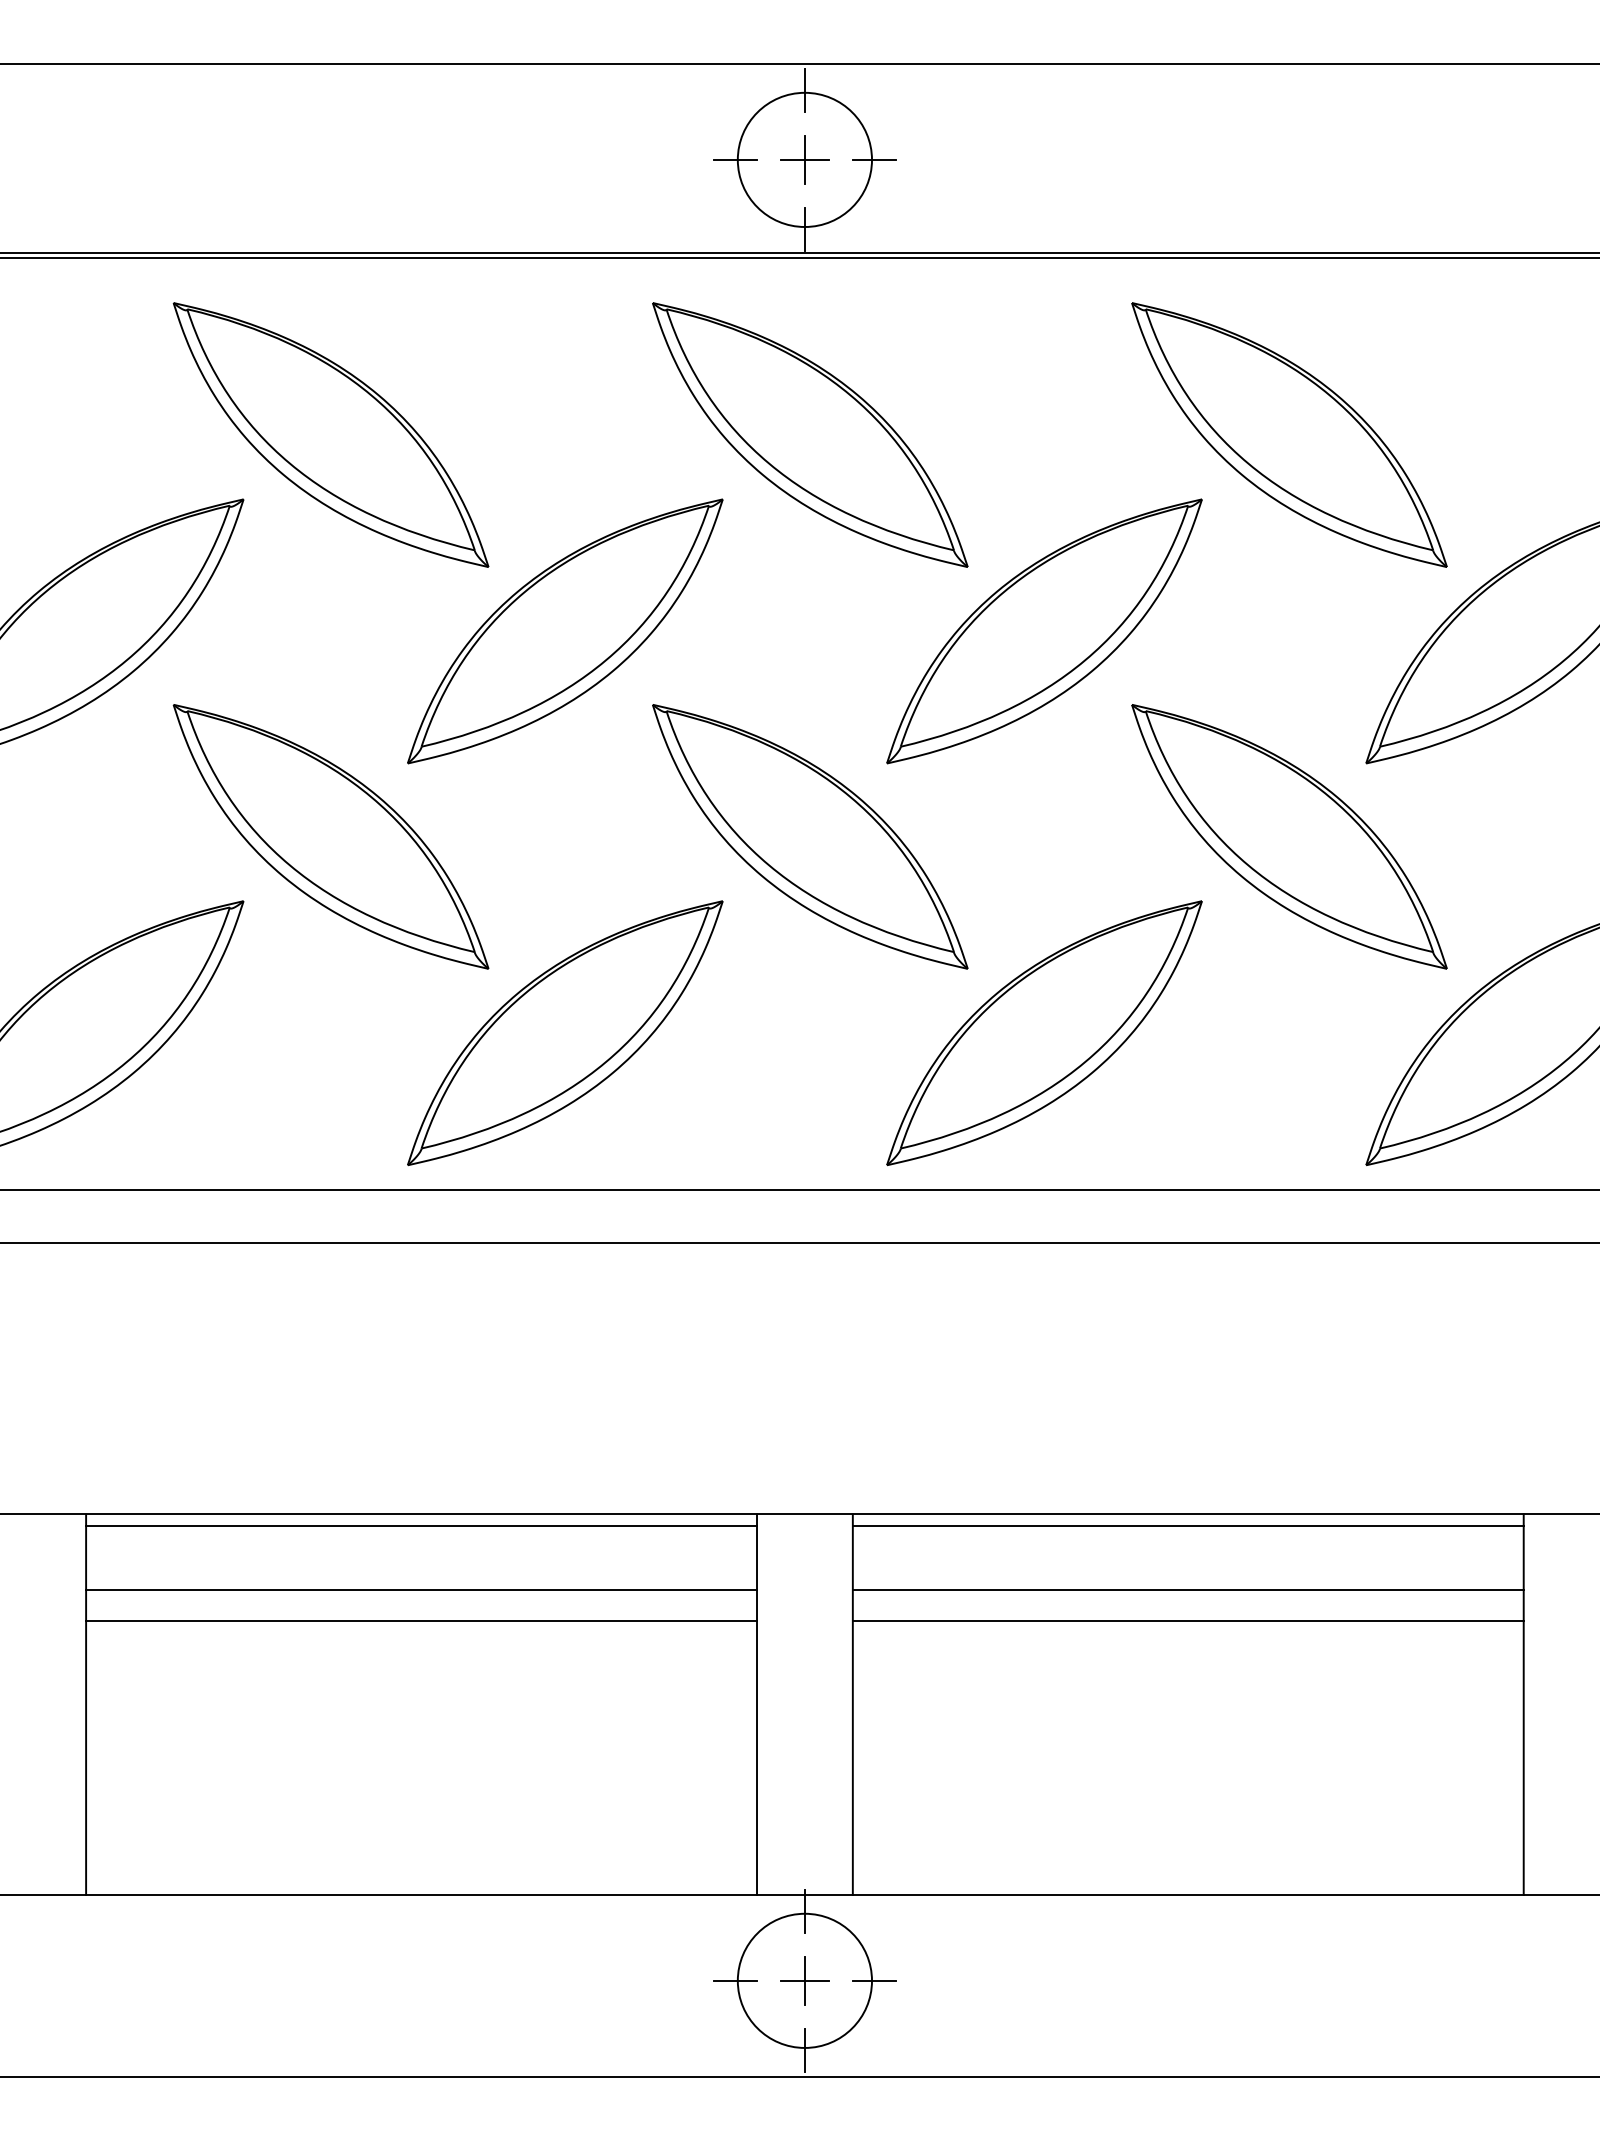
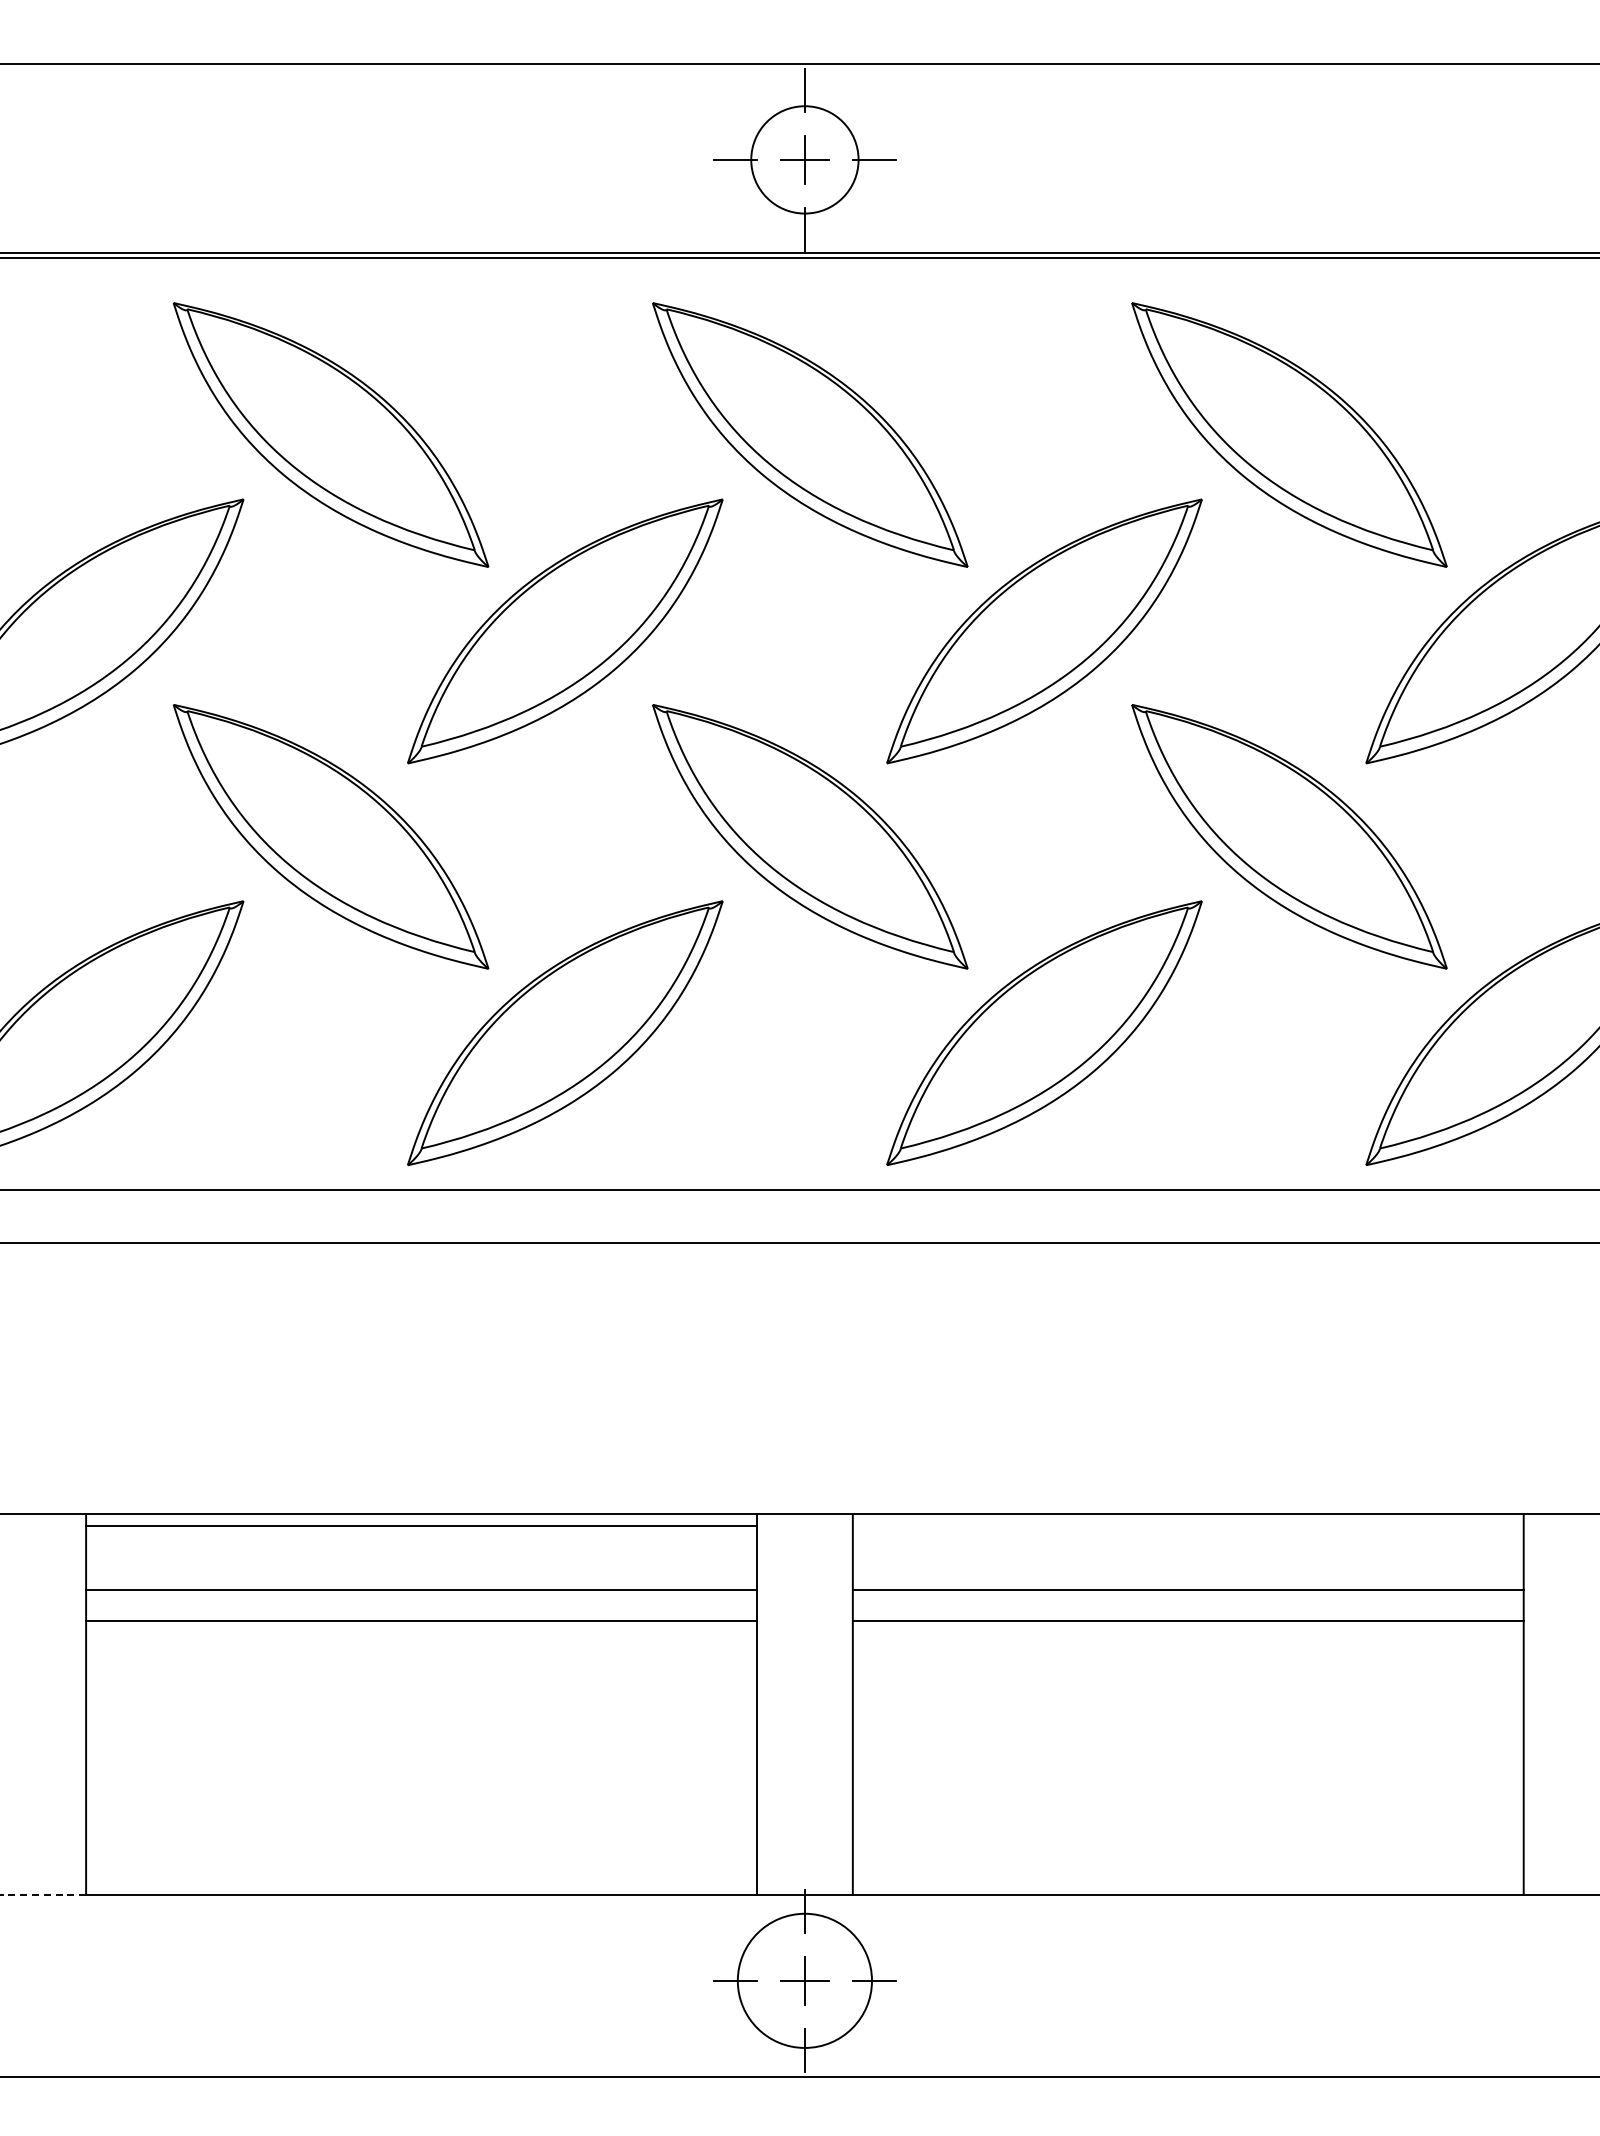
circle at (804, 159) diameter: 134 px -> 107 px
line at (1187, 1525): present -> none
line at (43, 1894): solid -> dashed
